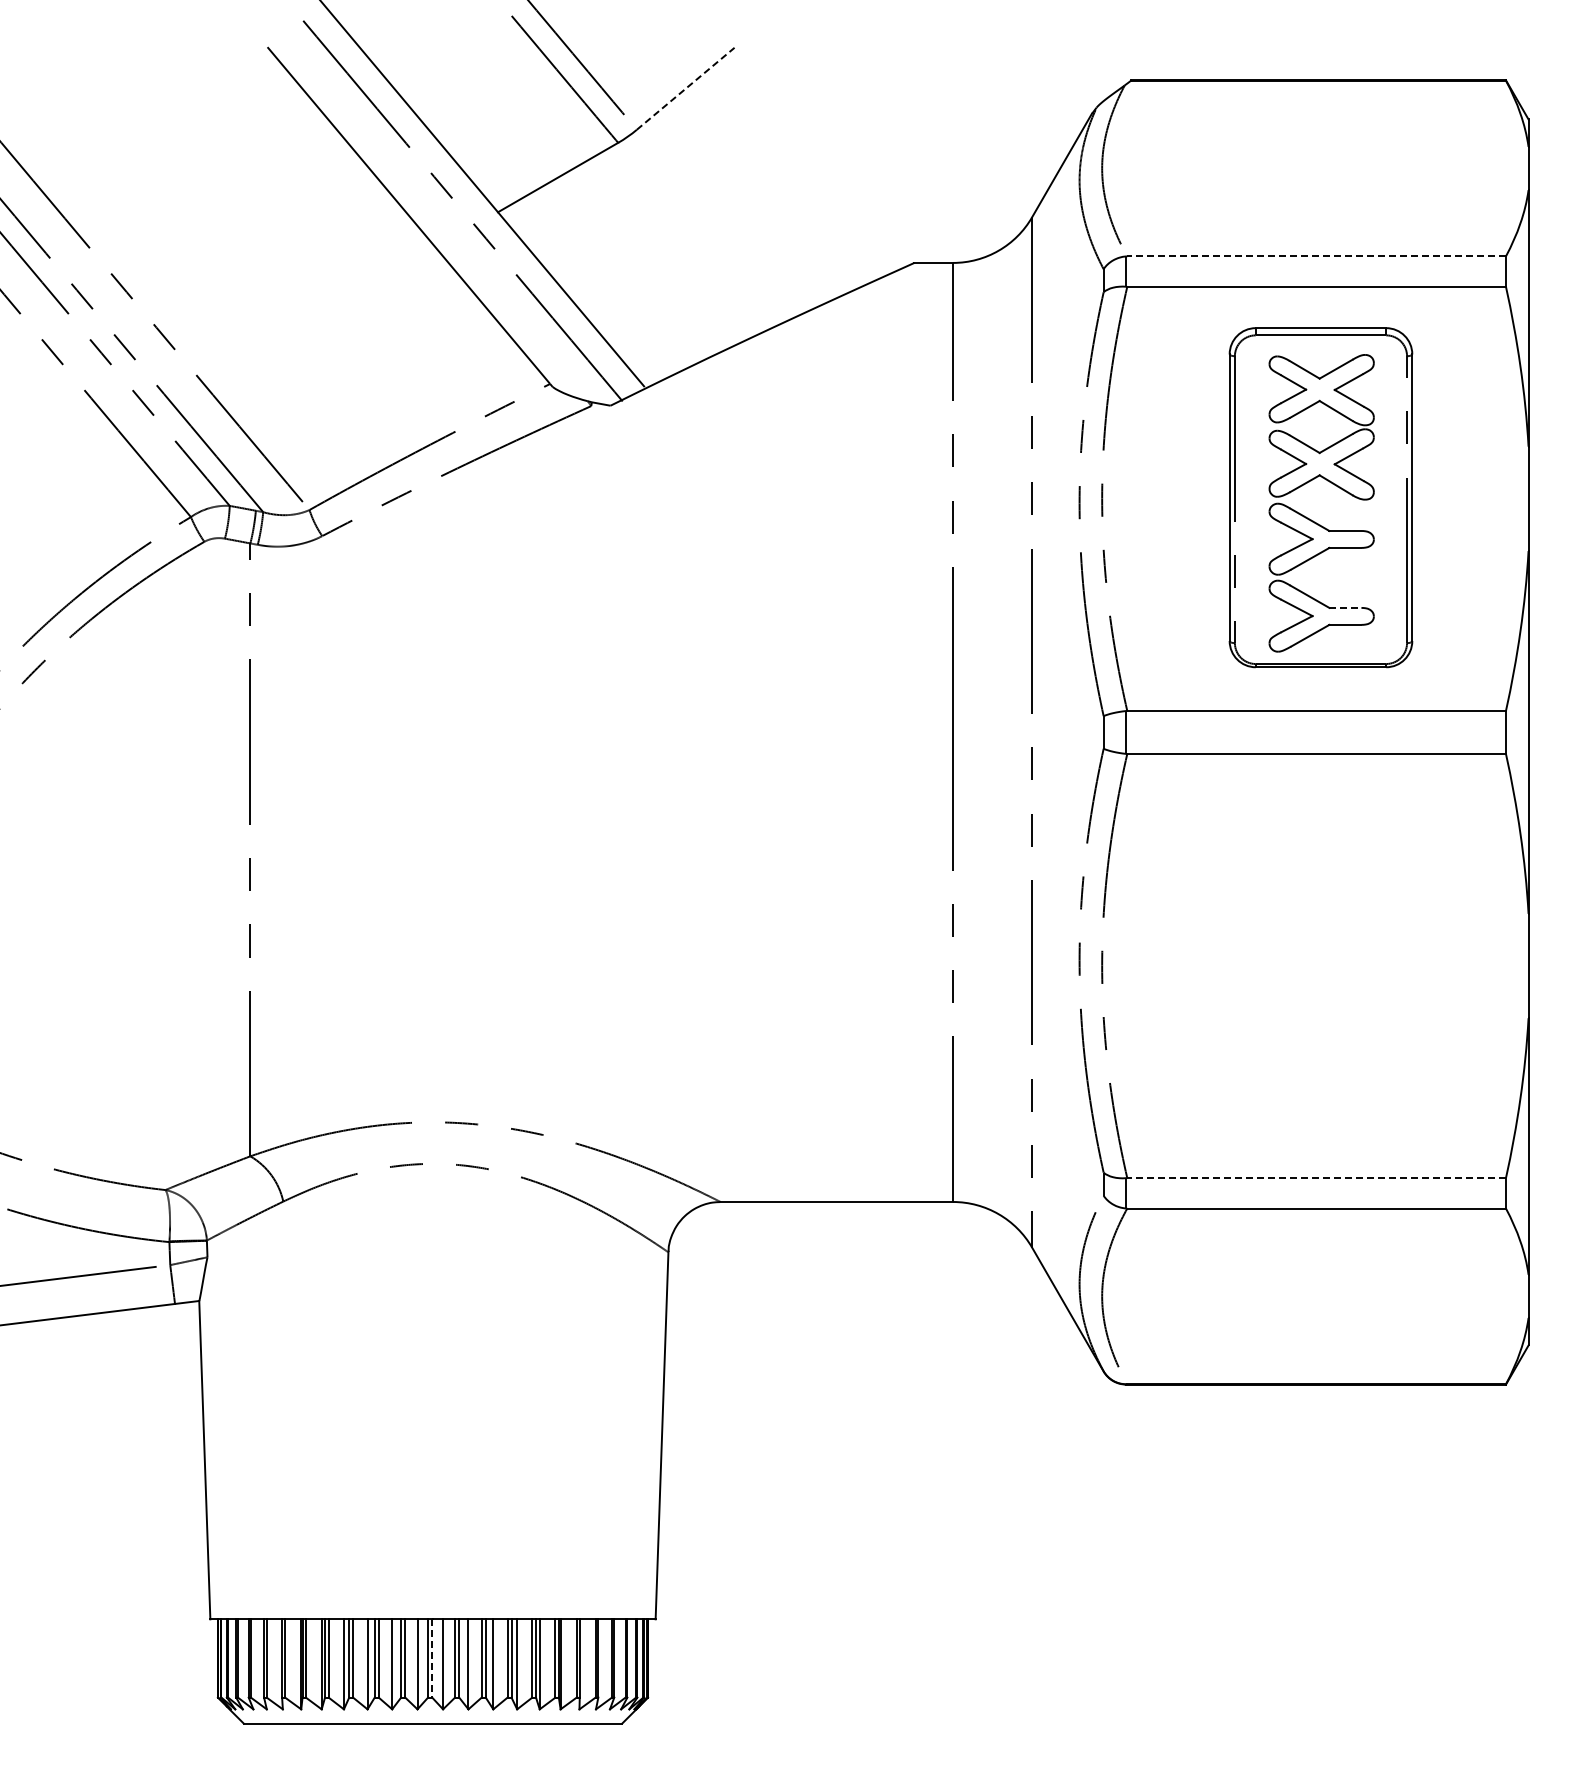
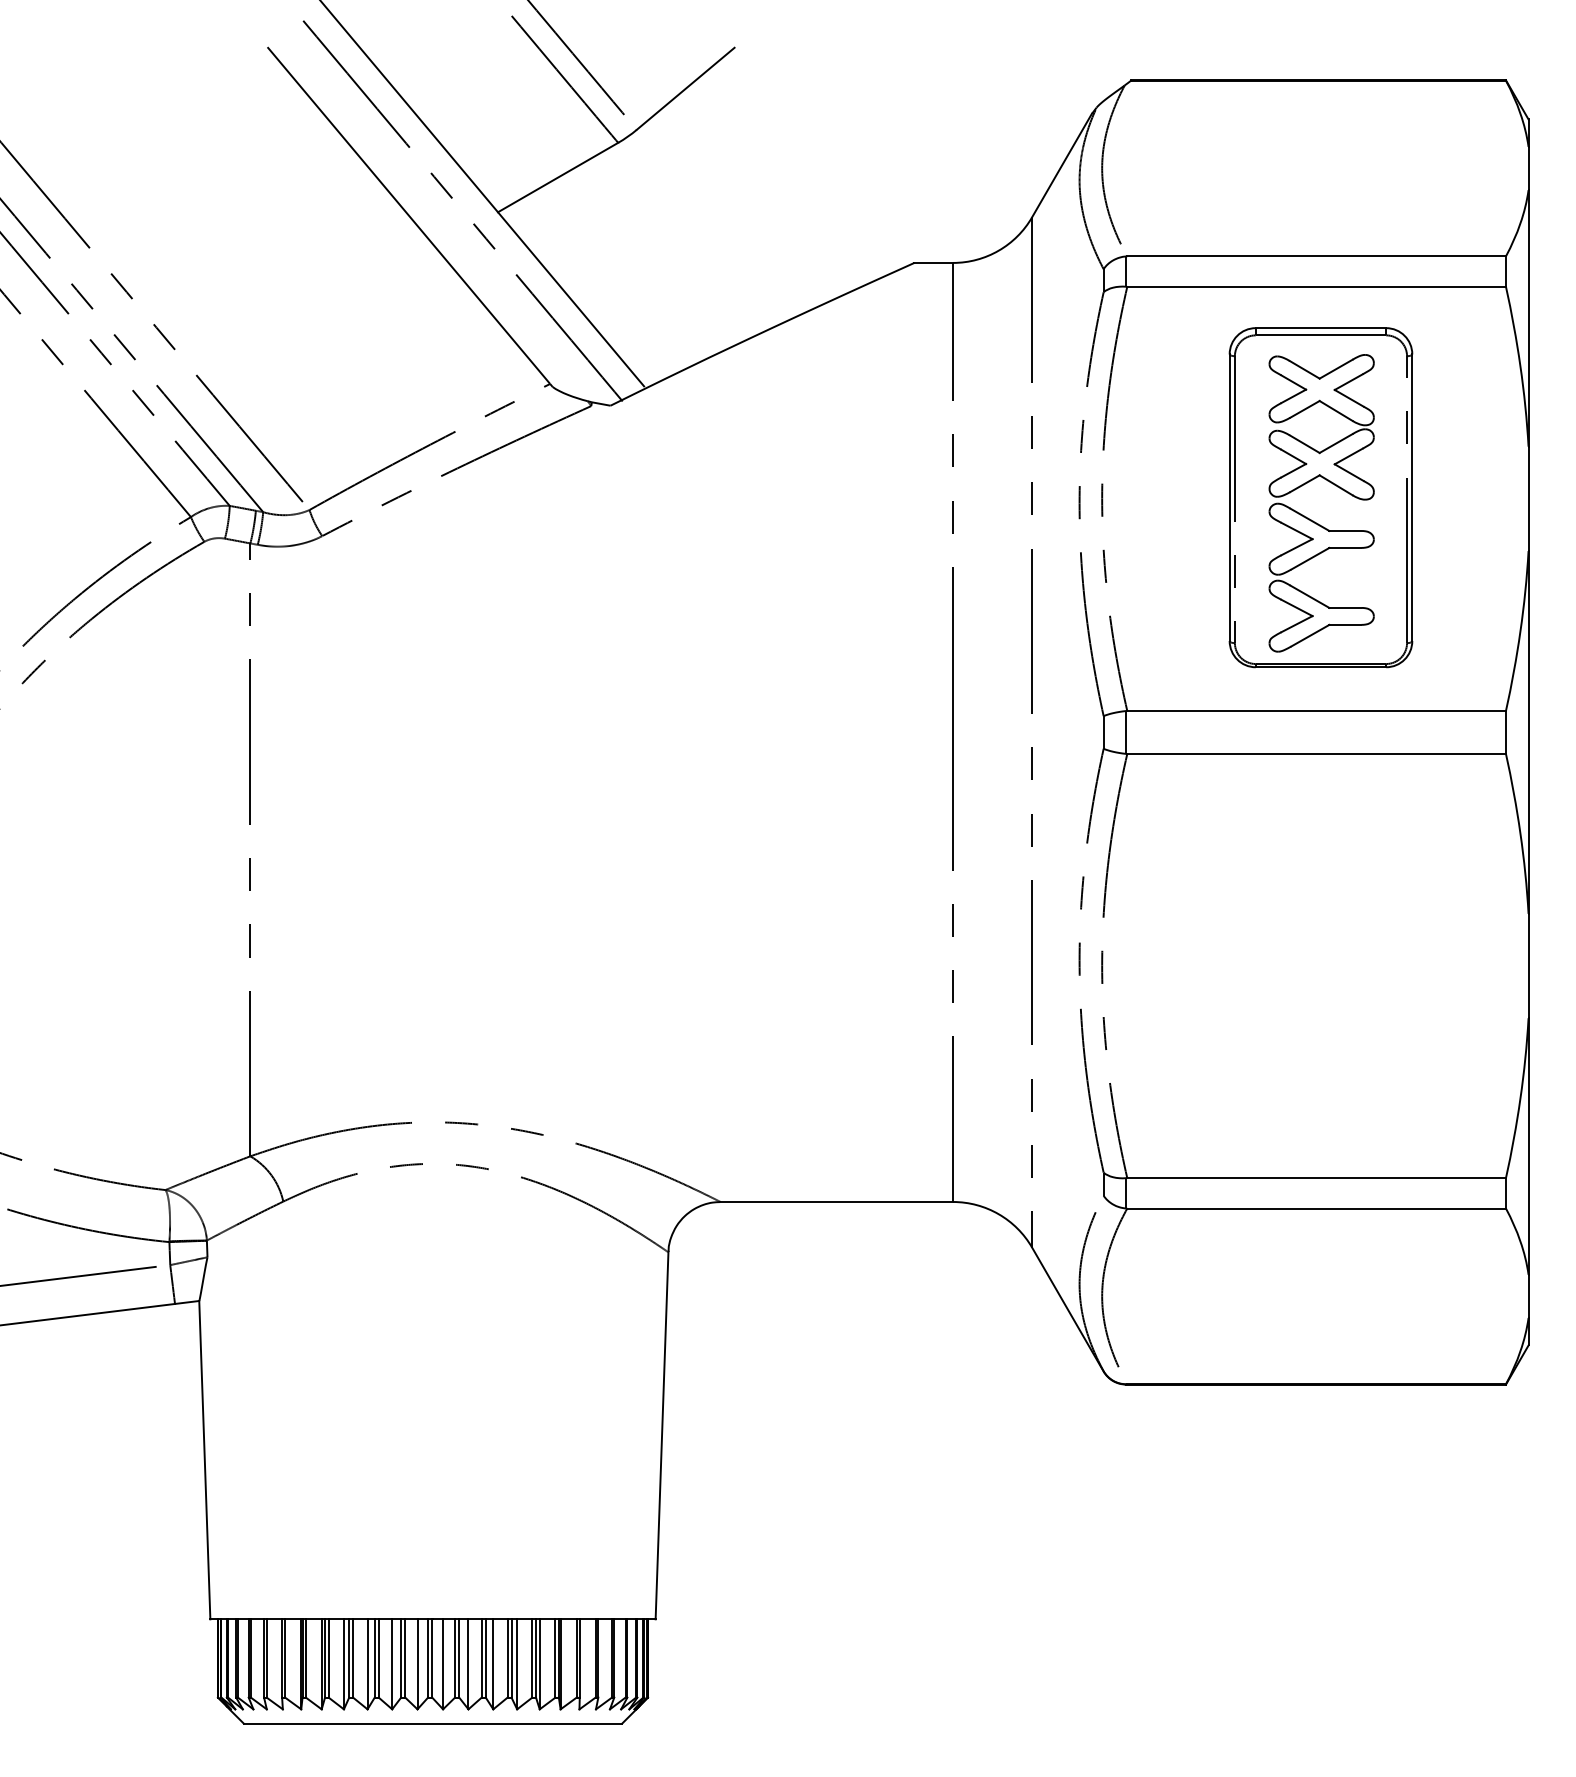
line at (685, 88): dashed -> solid
line at (1316, 256): dashed -> solid
line at (1345, 607): dashed -> solid
line at (1316, 1178): dashed -> solid
line at (432, 1658): dashed -> solid
